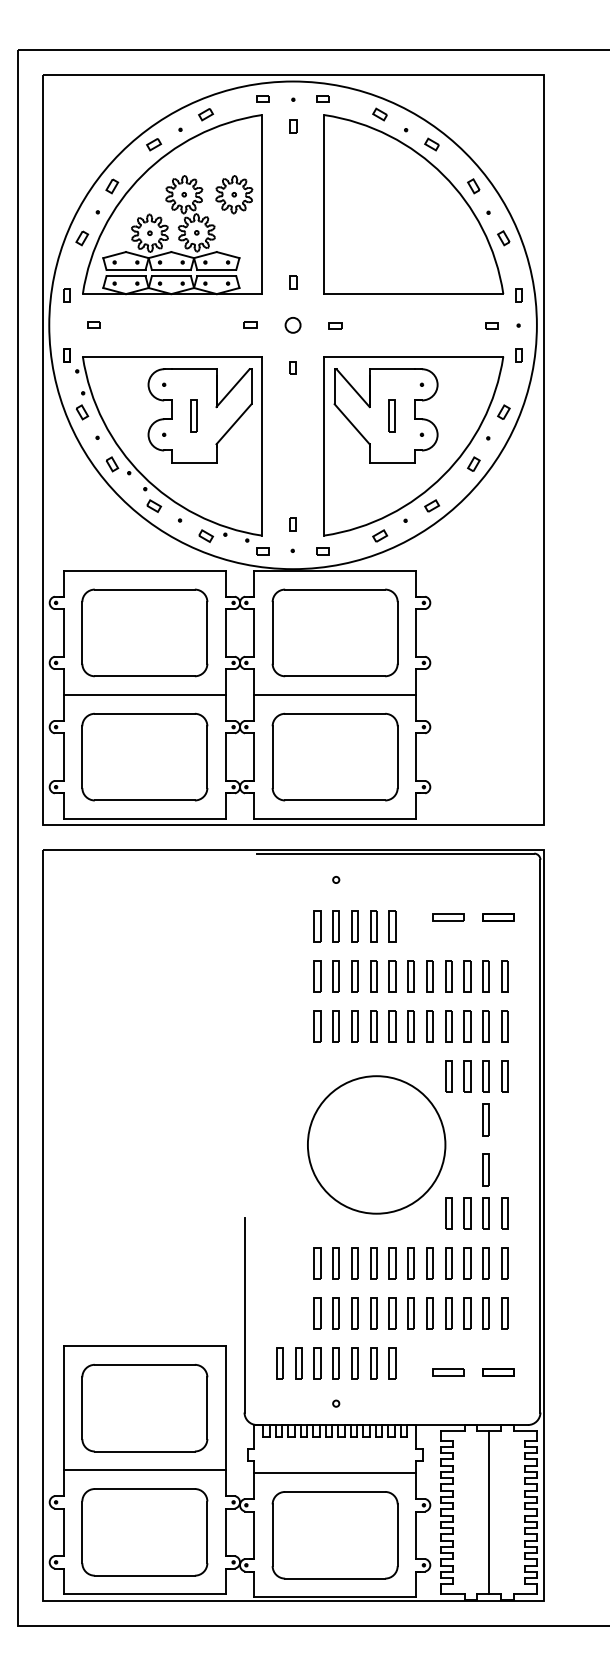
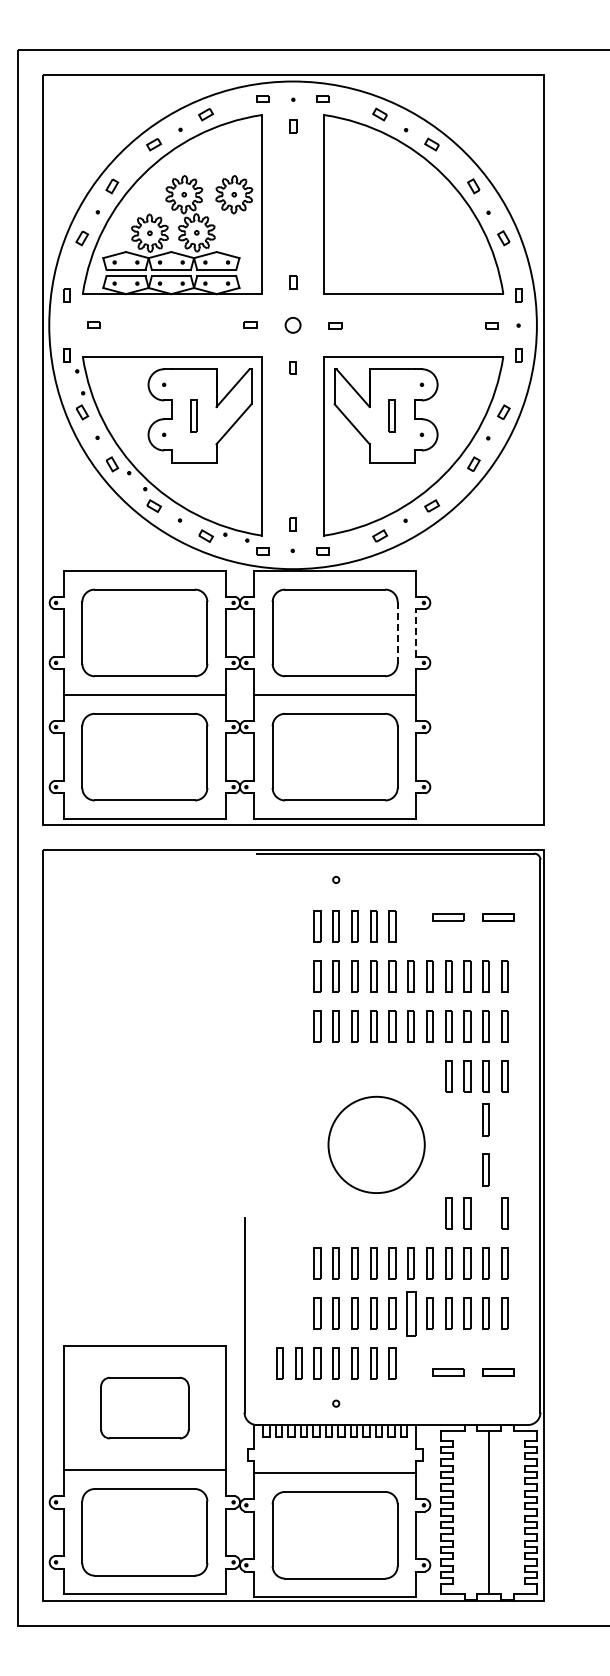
line at (397, 632): solid -> dashed
line at (416, 632): solid -> dashed
circle at (376, 1144) diameter: 138 px -> 96 px
part at (485, 1213): present -> none
part at (410, 1313) size: 8x33 px -> 11x46 px
part at (144, 1407) size: 128x90 px -> 90x64 px
